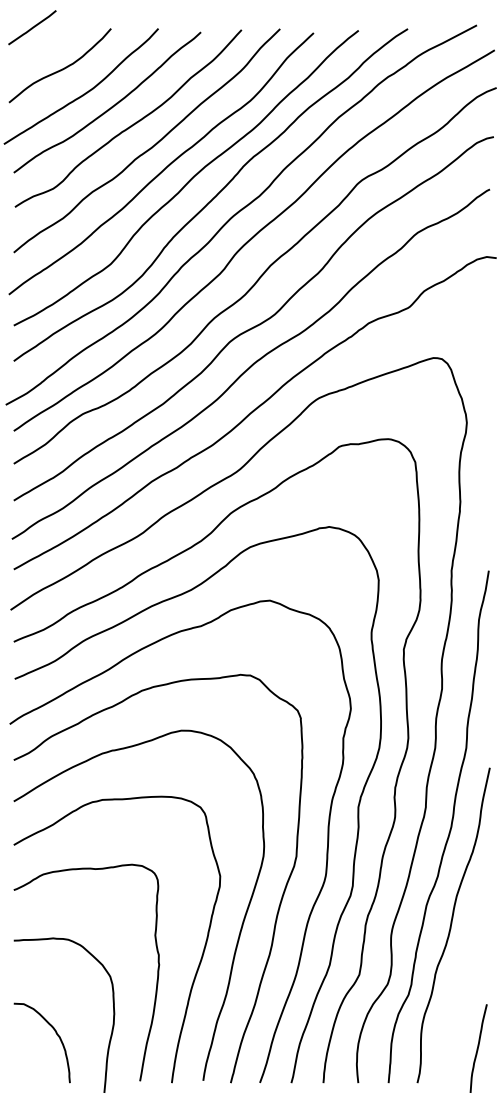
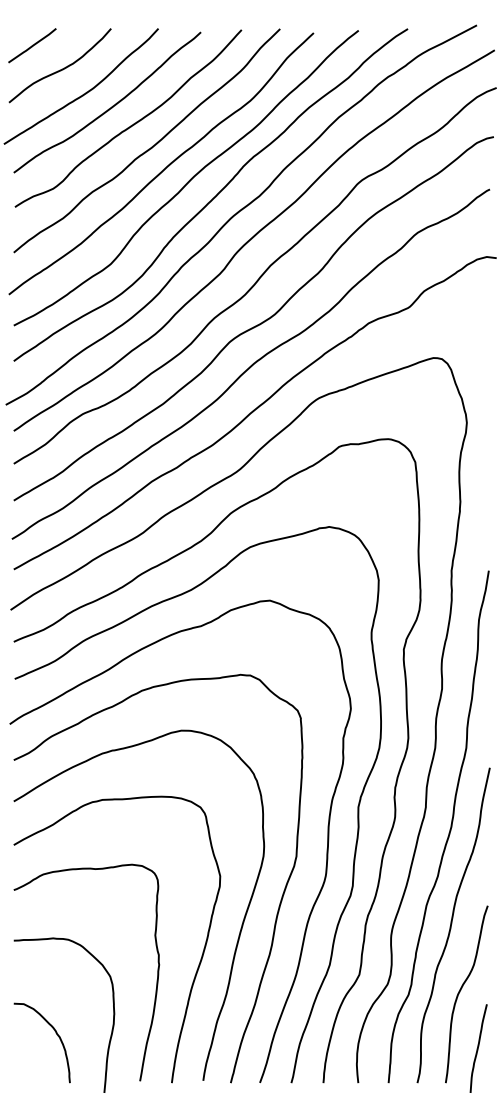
line at (32, 27) position: (32, 27) -> (32, 45)
curve at (460, 992): none -> present
